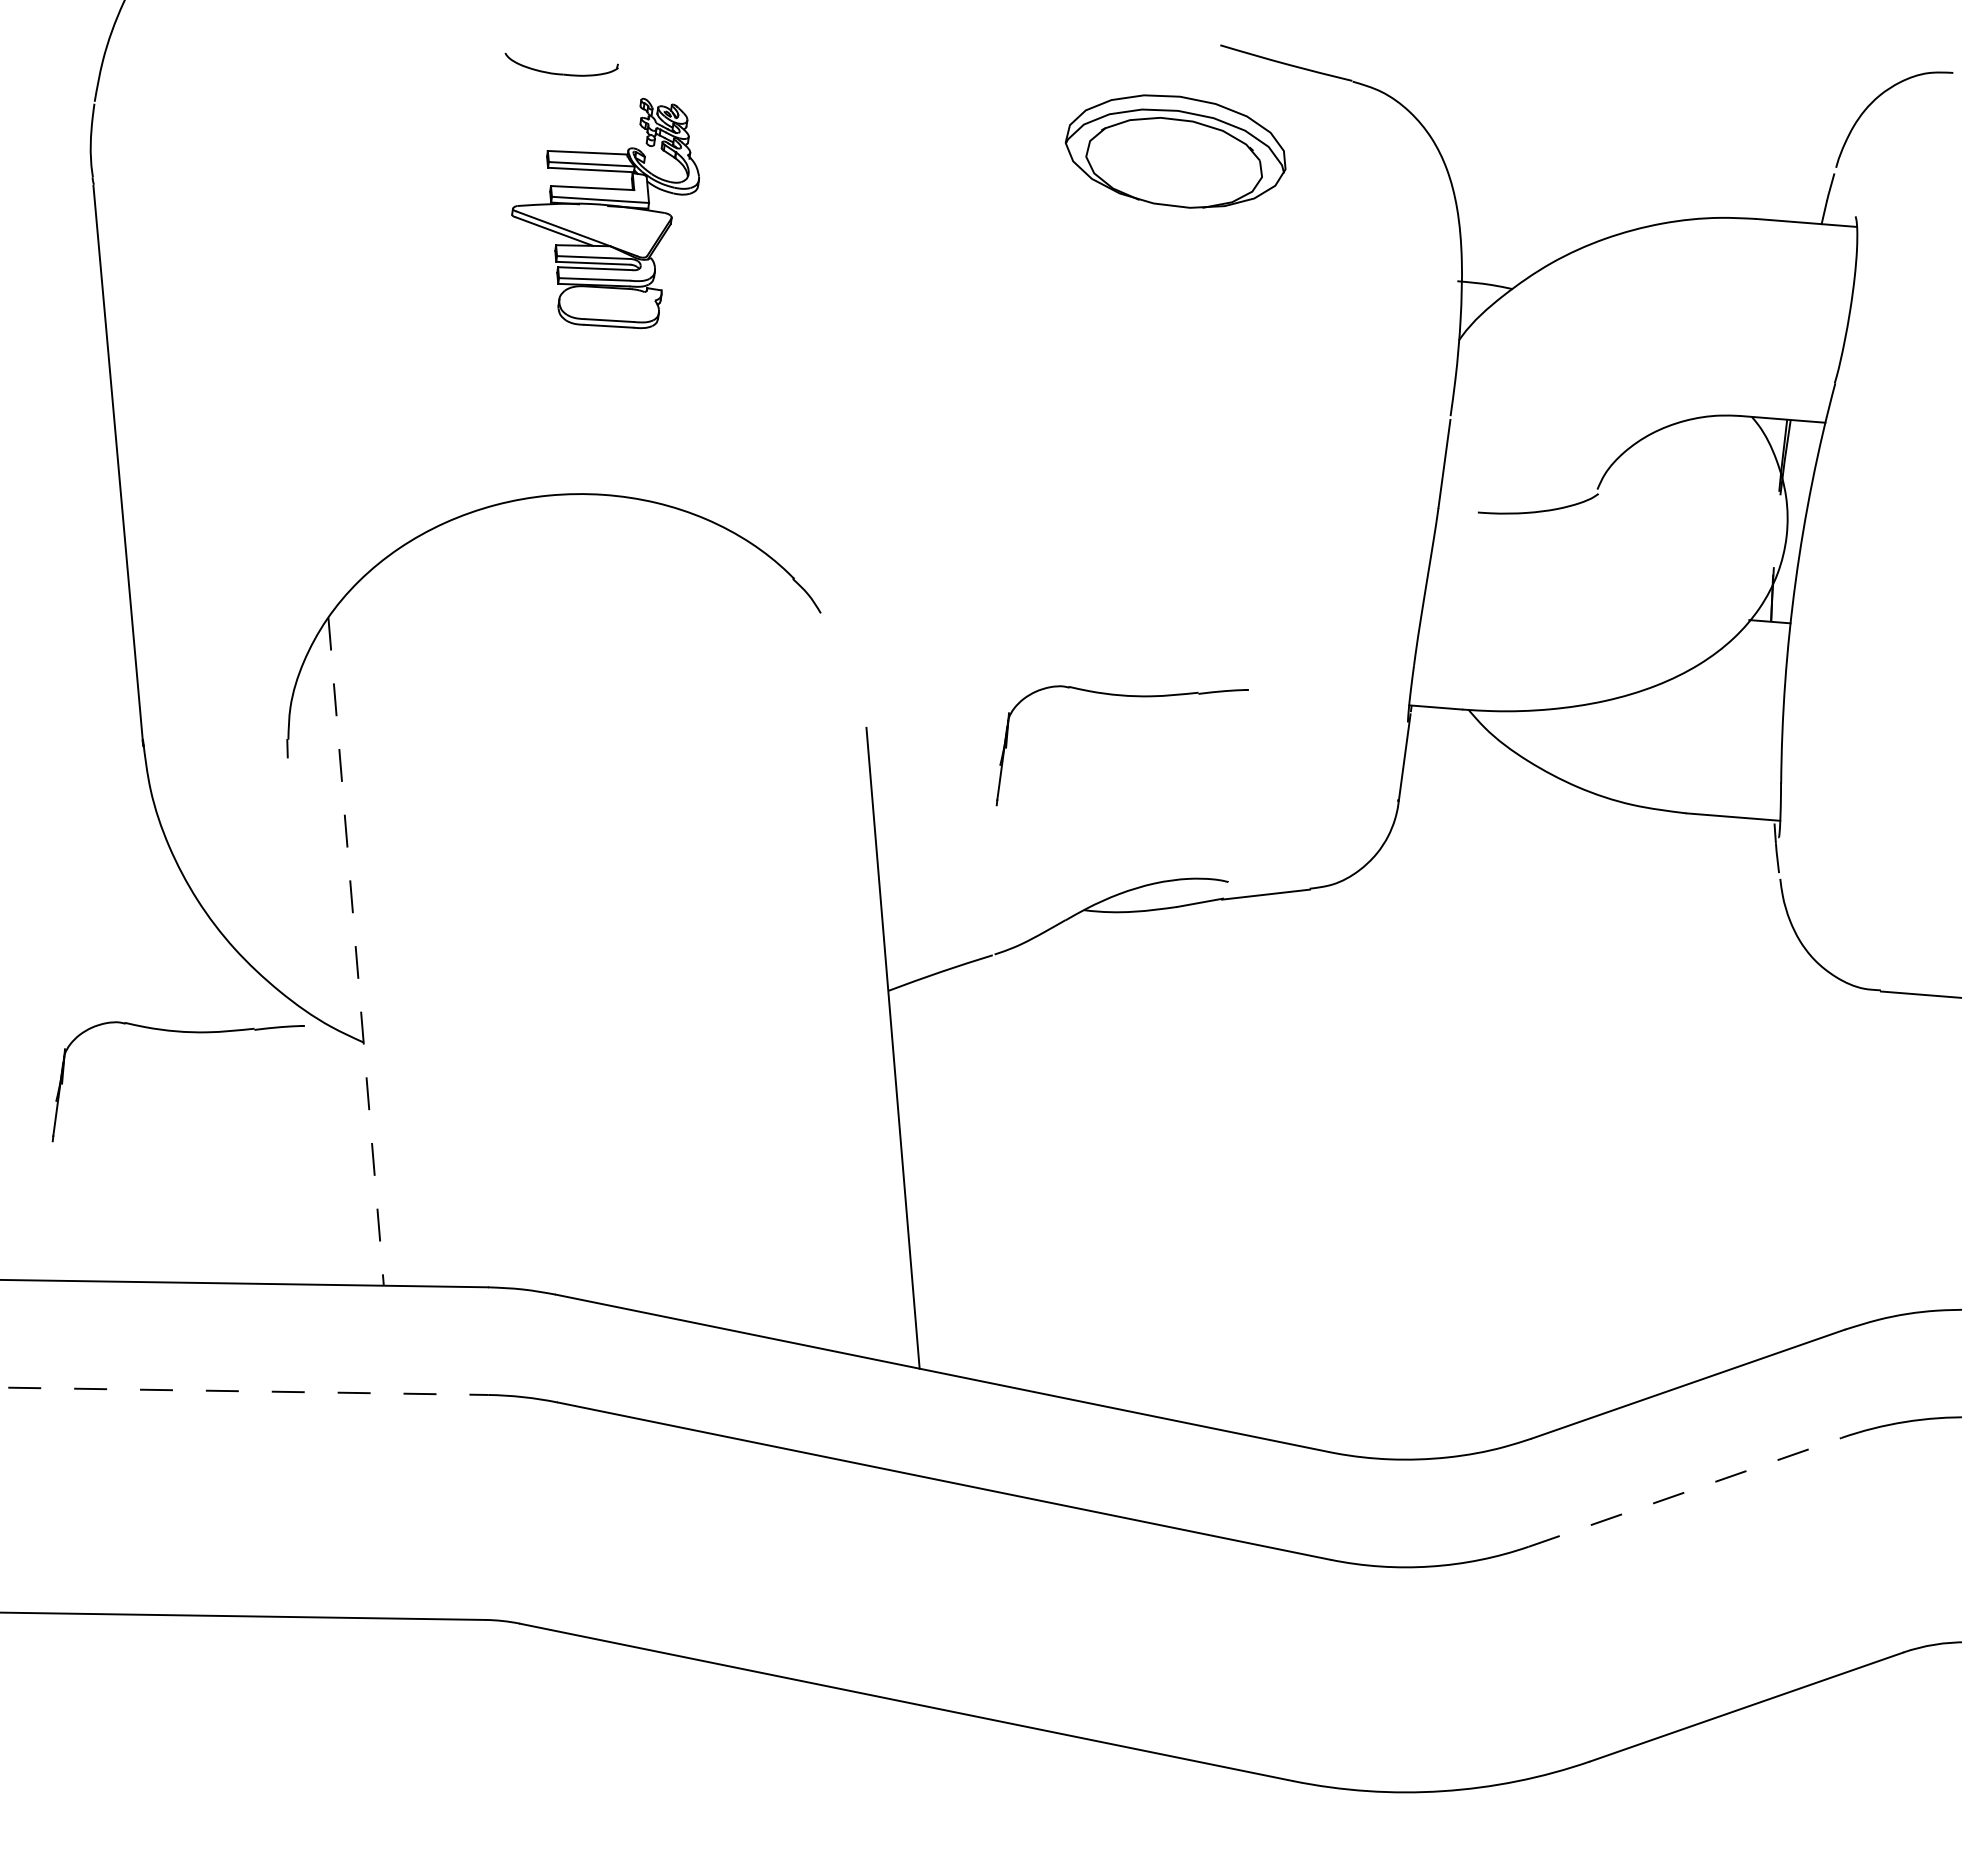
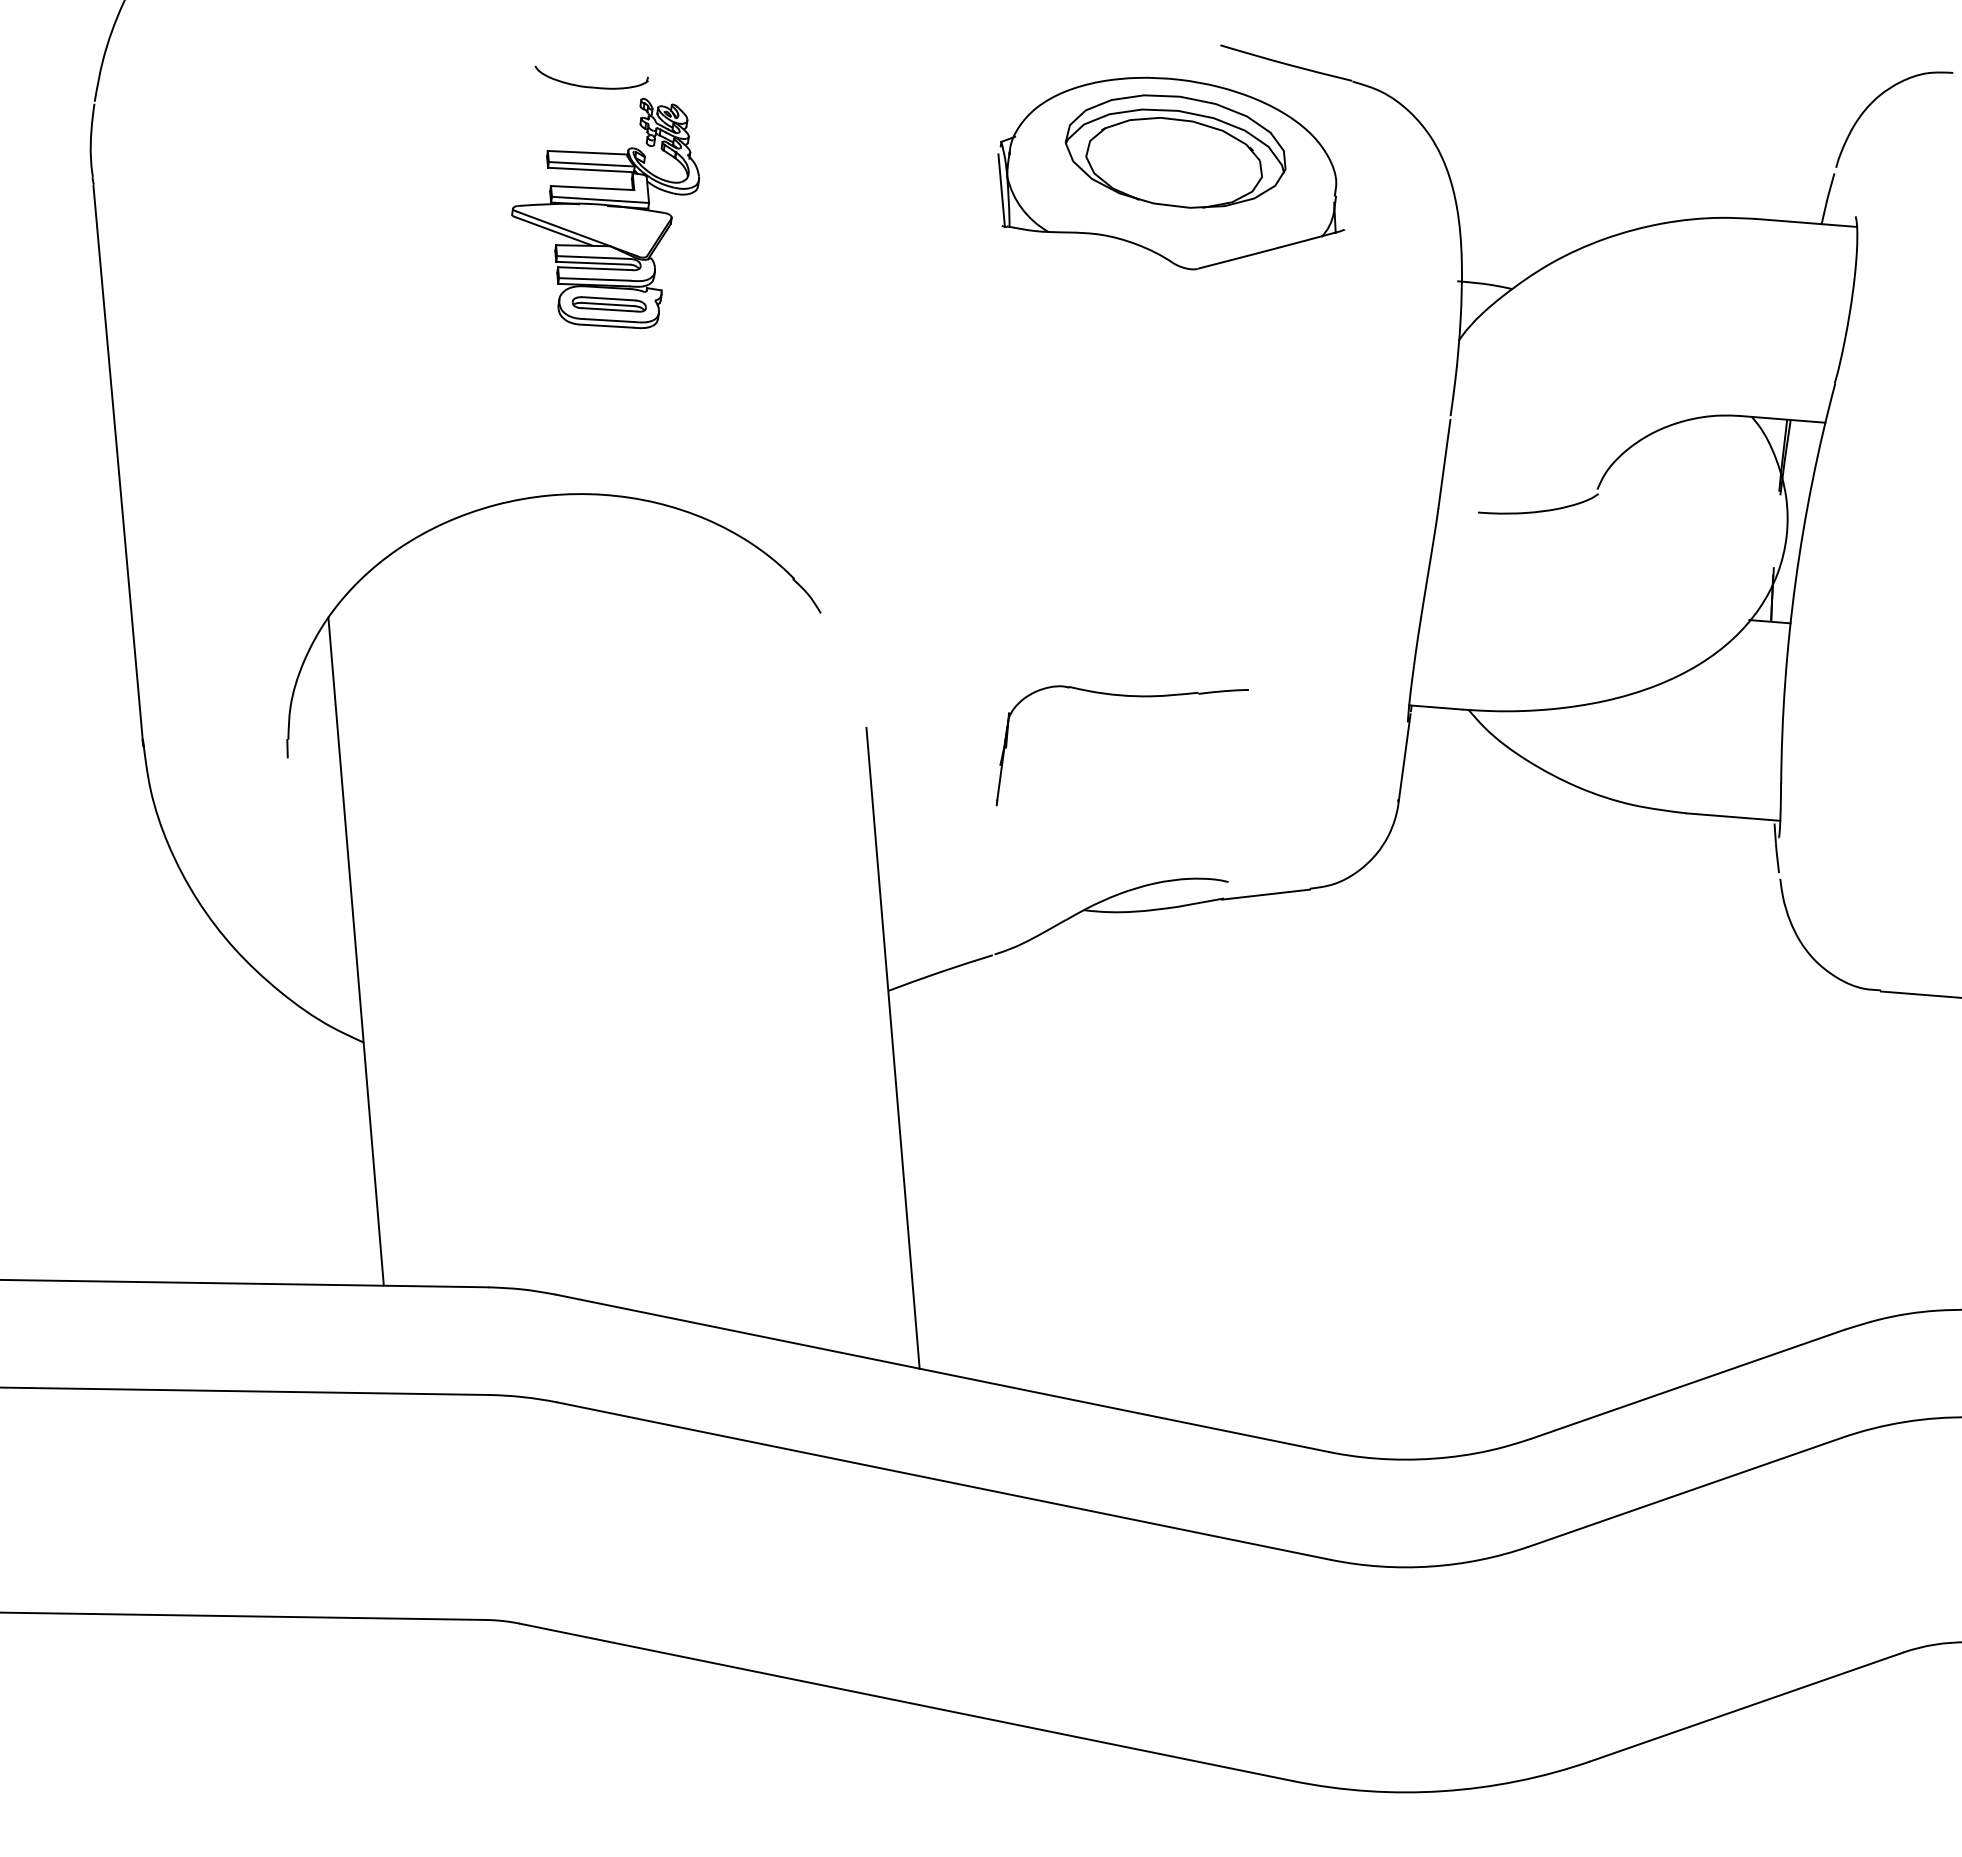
part at (561, 73) position: (561, 73) -> (591, 86)
part at (1171, 173): none -> present
part at (608, 304): none -> present
line at (356, 952): dashed -> solid
part at (177, 1032): present -> none
line at (244, 1391): dashed -> solid
line at (1685, 1492): dashed -> solid
